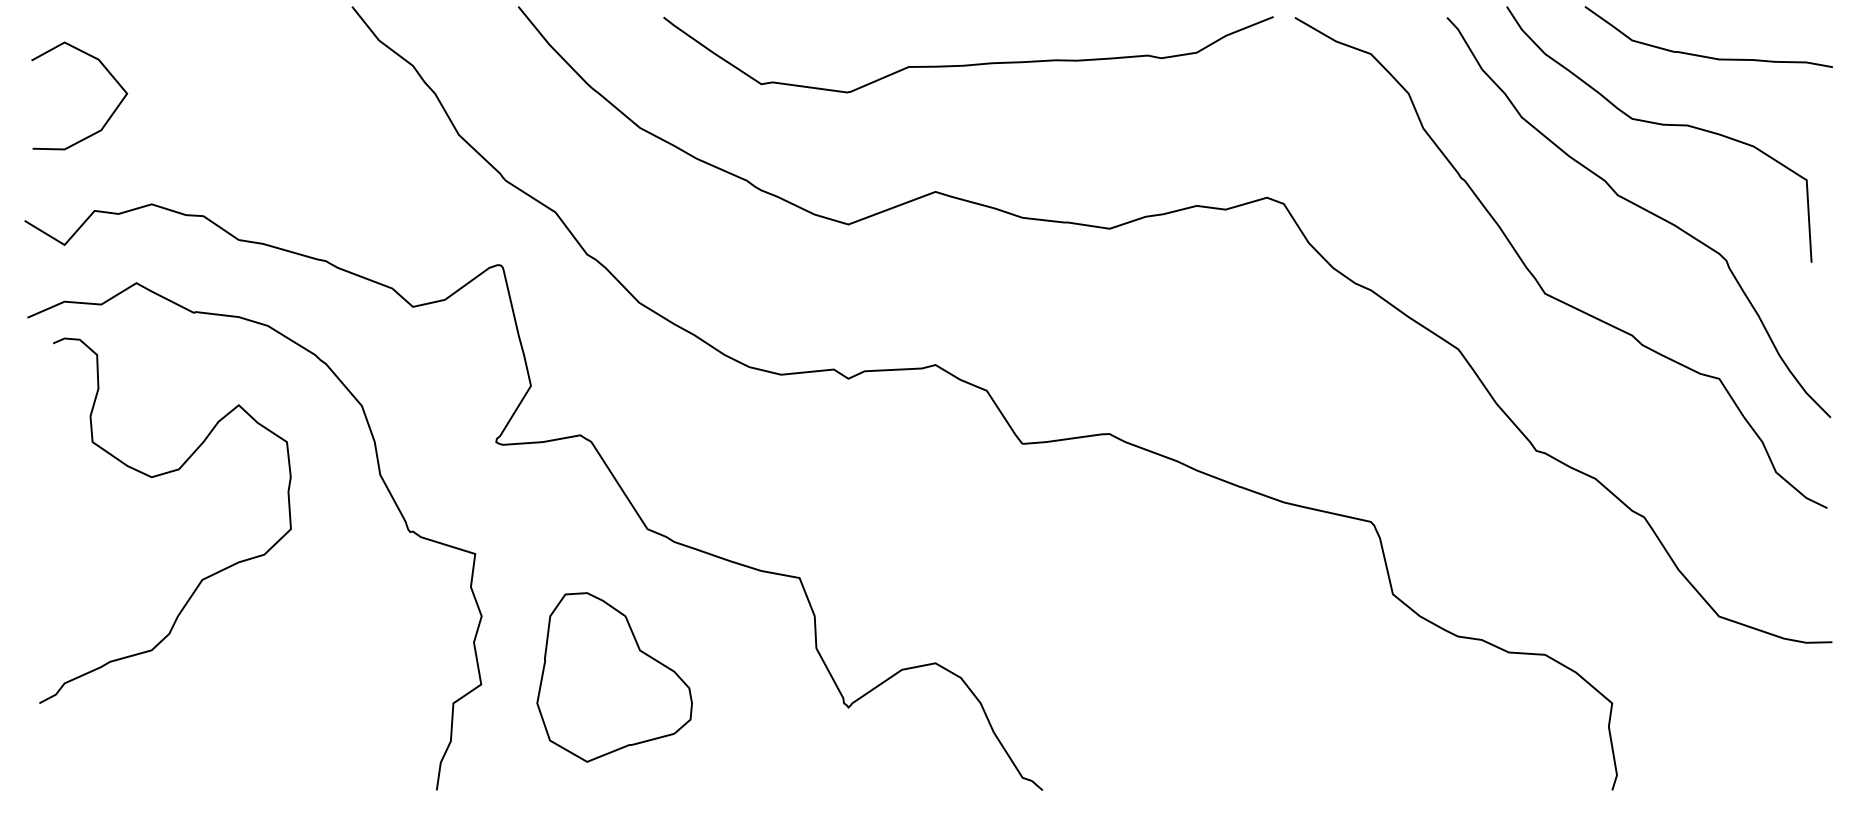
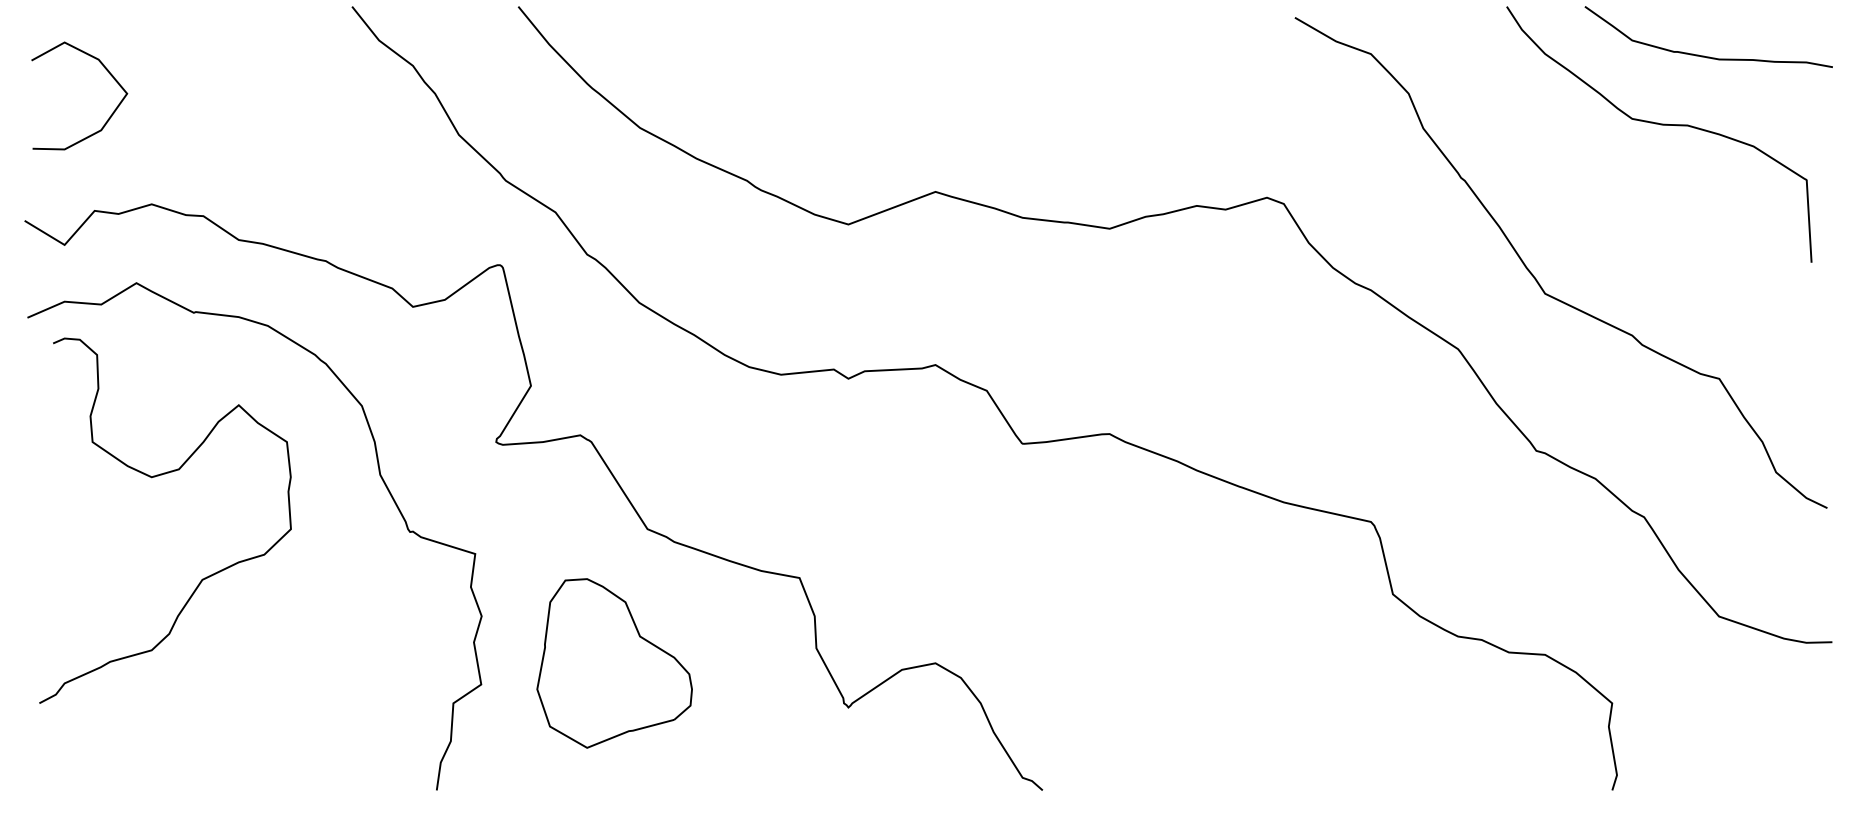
curve at (968, 64): present -> none
curve at (1642, 209): present -> none
part at (614, 677) position: (614, 677) -> (614, 663)
